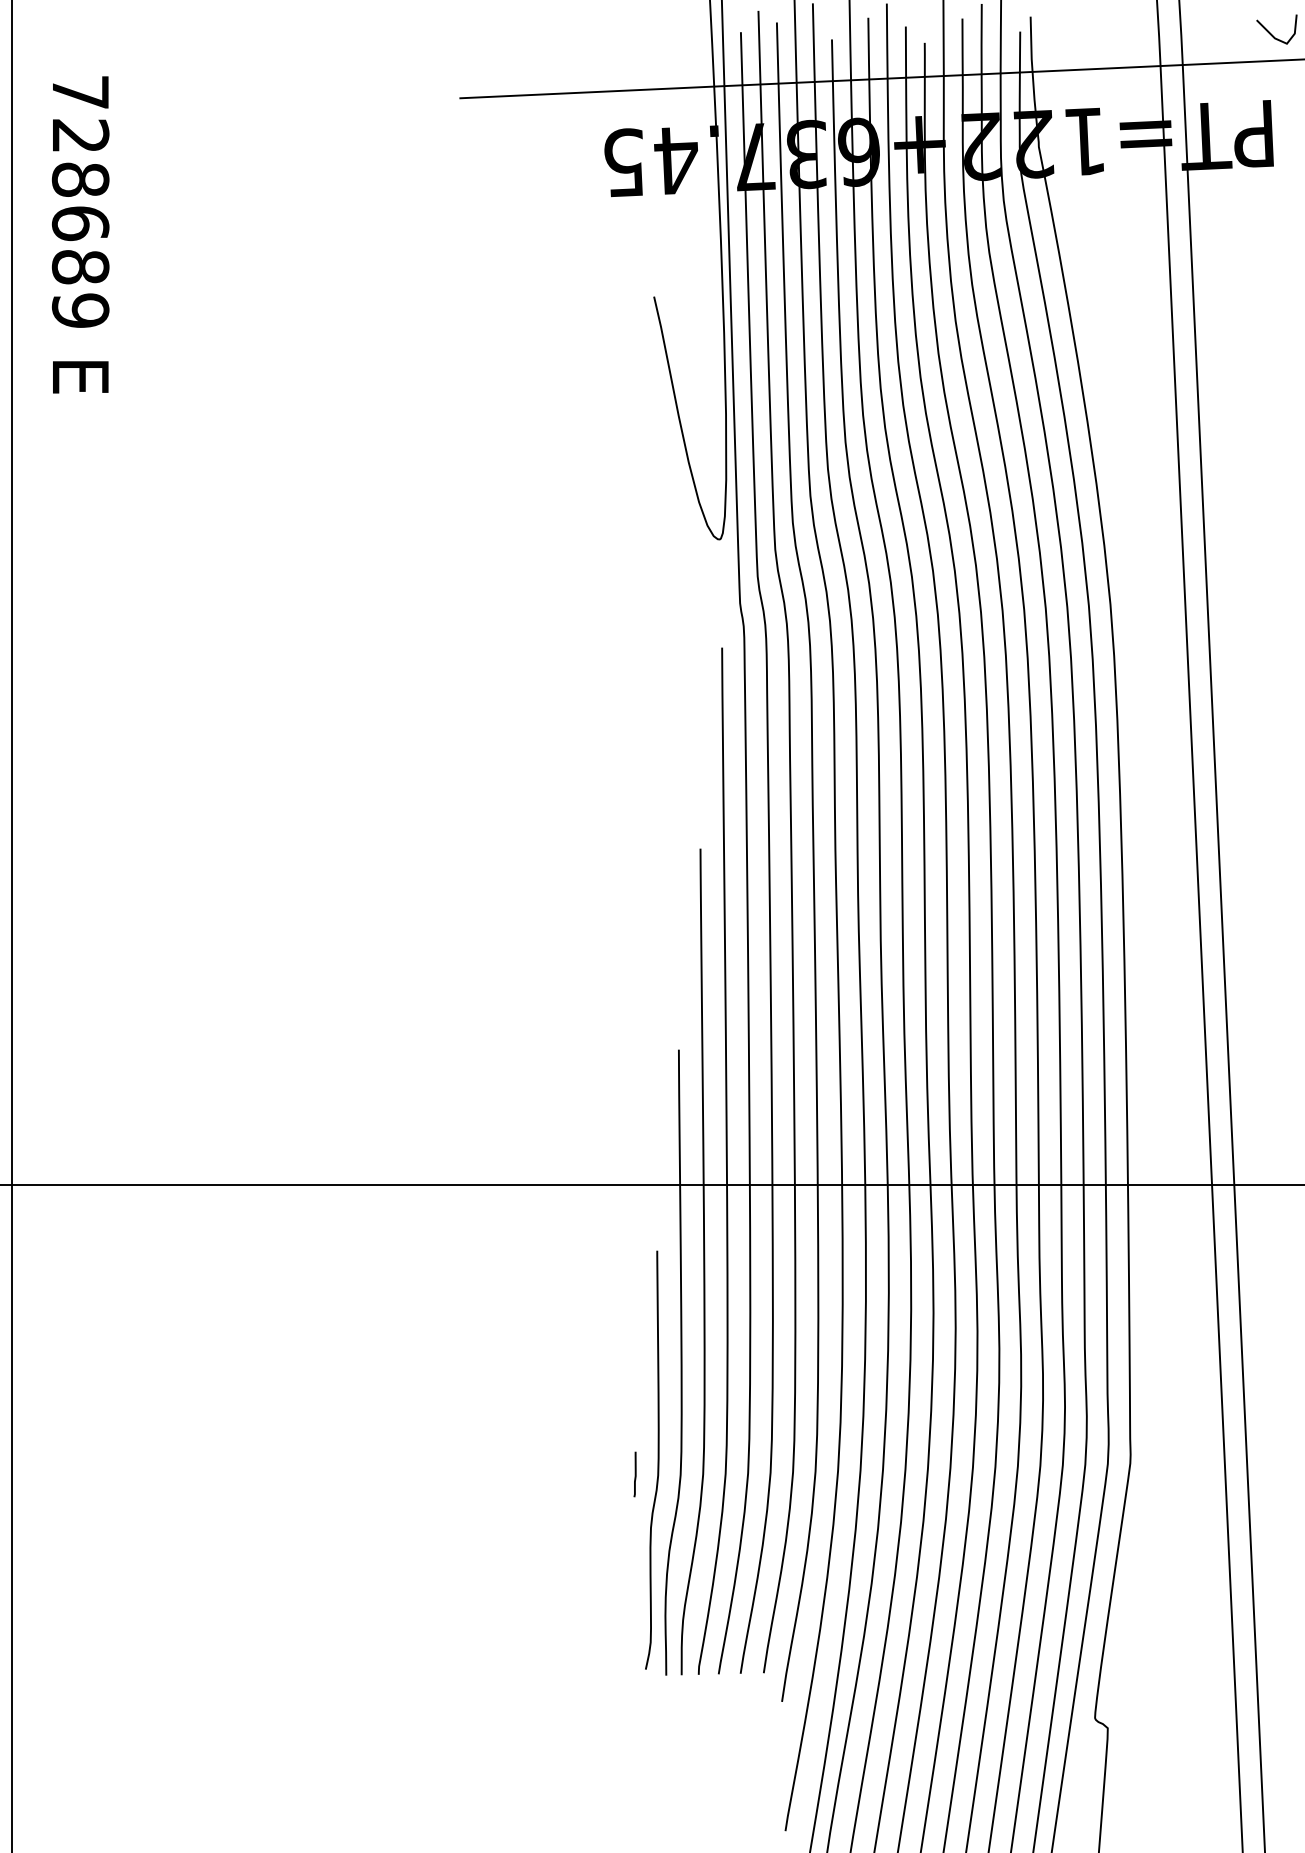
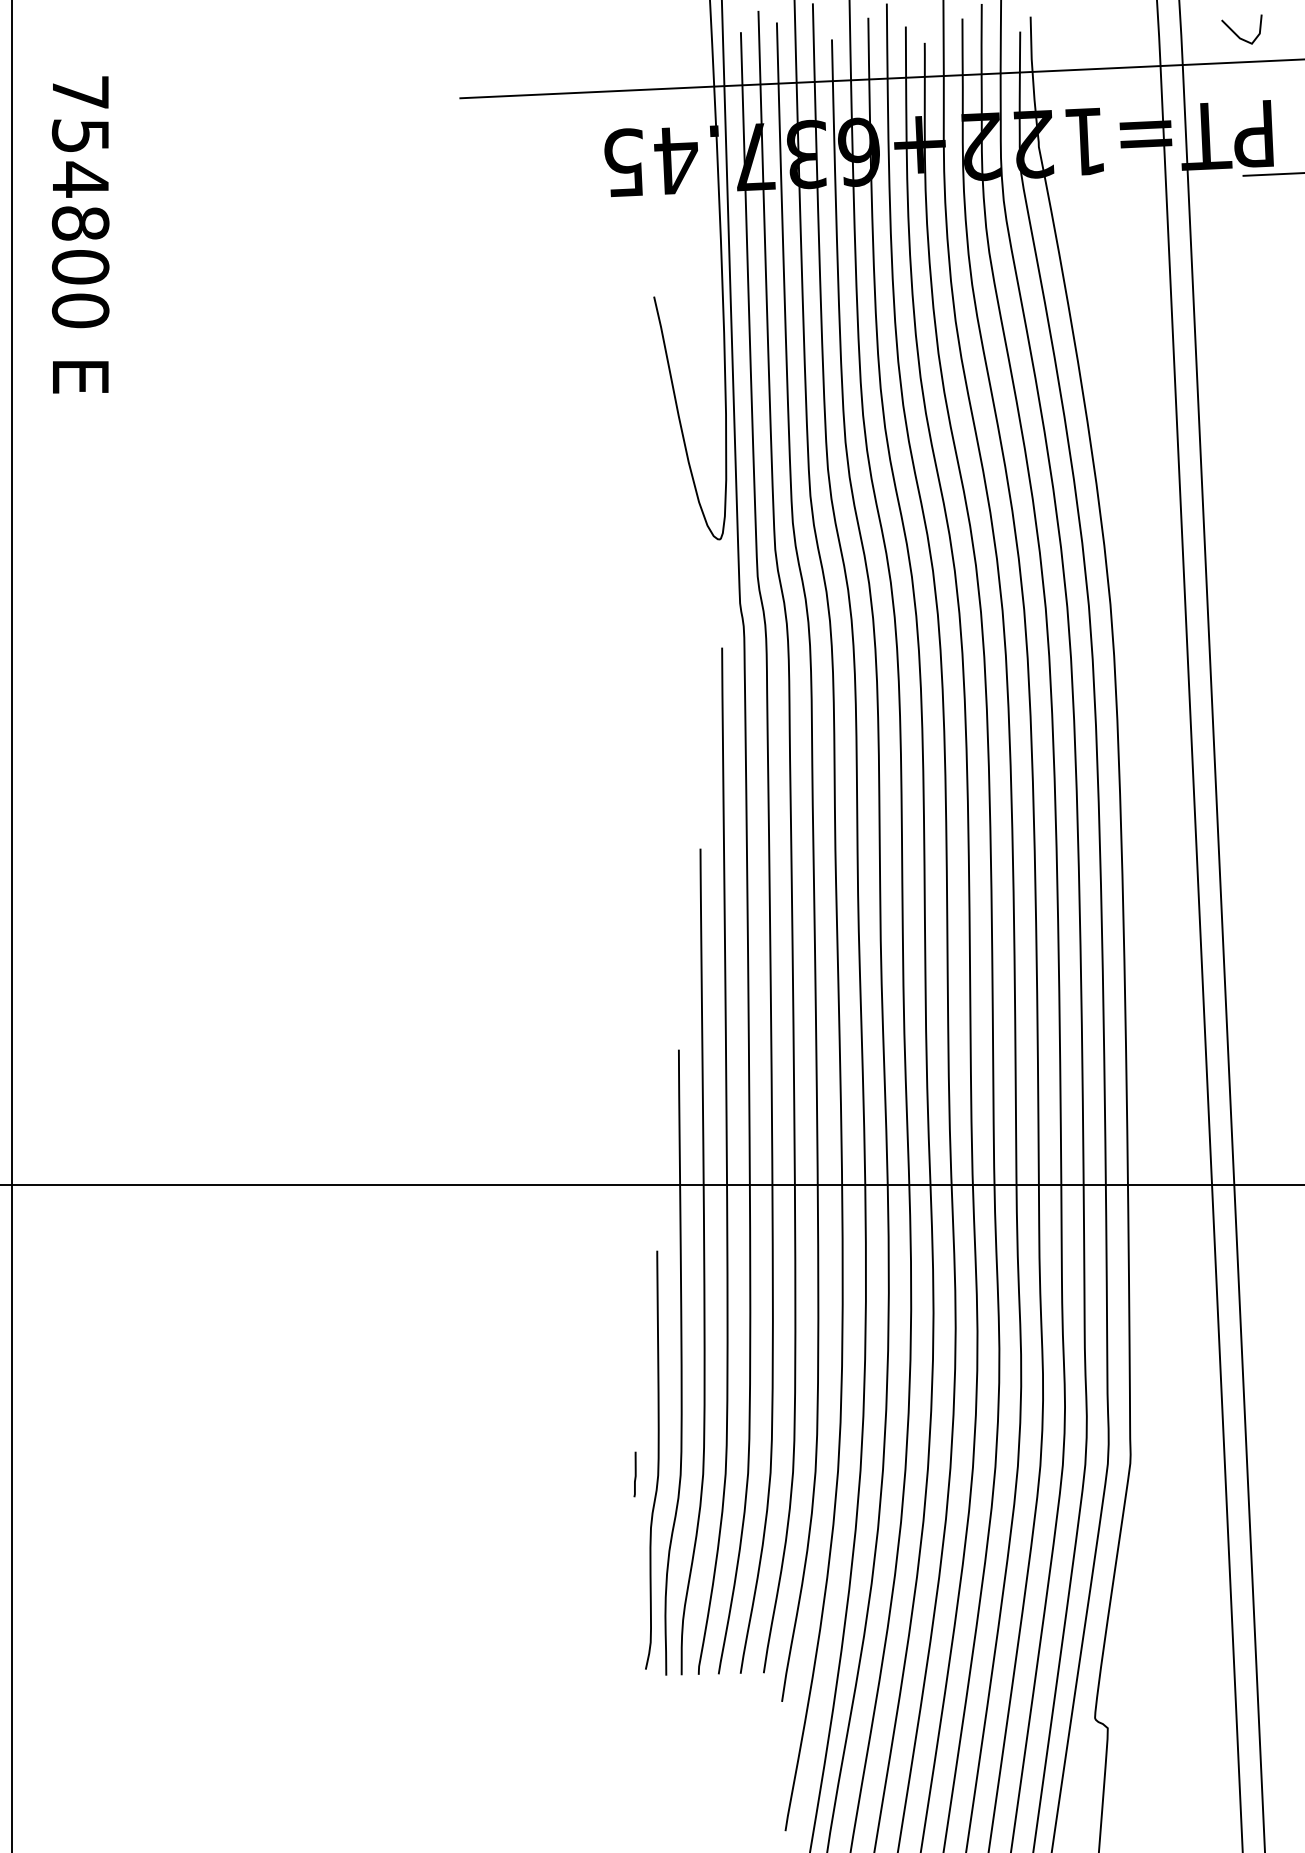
line at (1271, 33) position: (1271, 33) -> (1236, 33)
line at (1272, 174): none -> present
text at (80, 223): 728689 -> 754800
